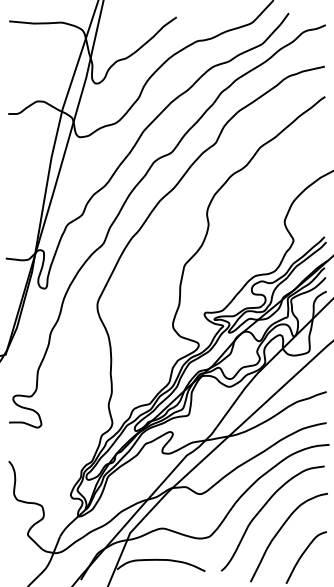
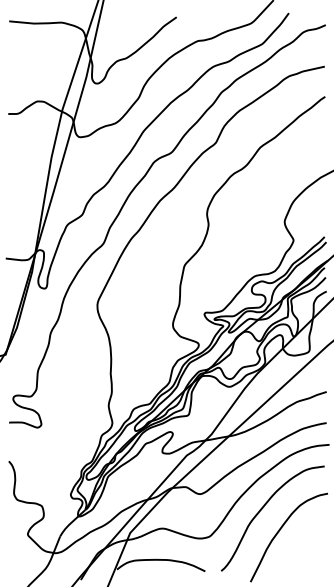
curve at (302, 556): present -> none
